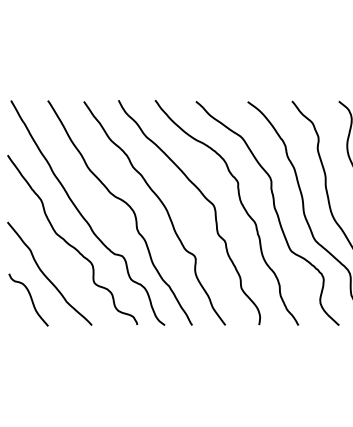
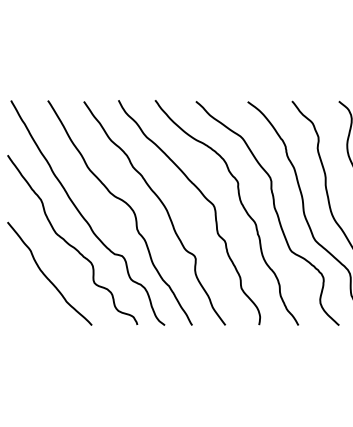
curve at (30, 299): present -> none
